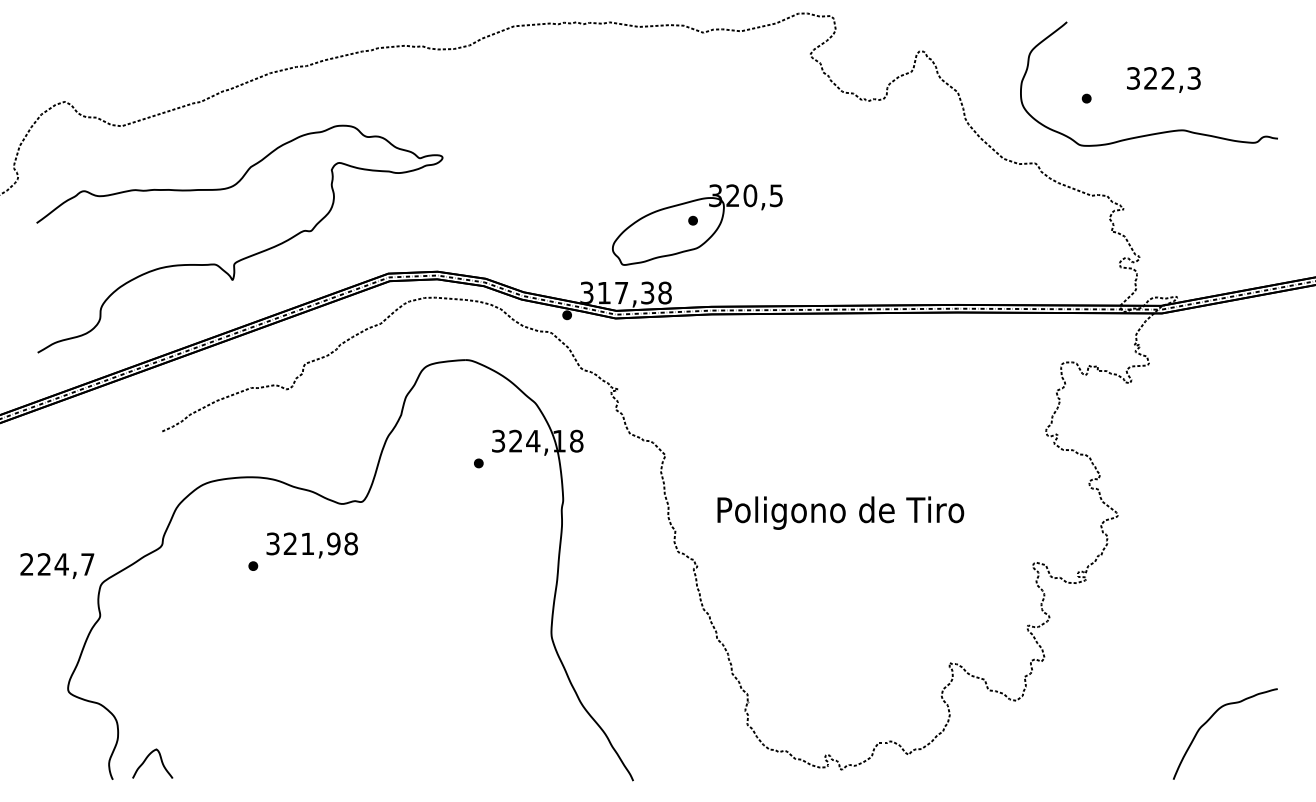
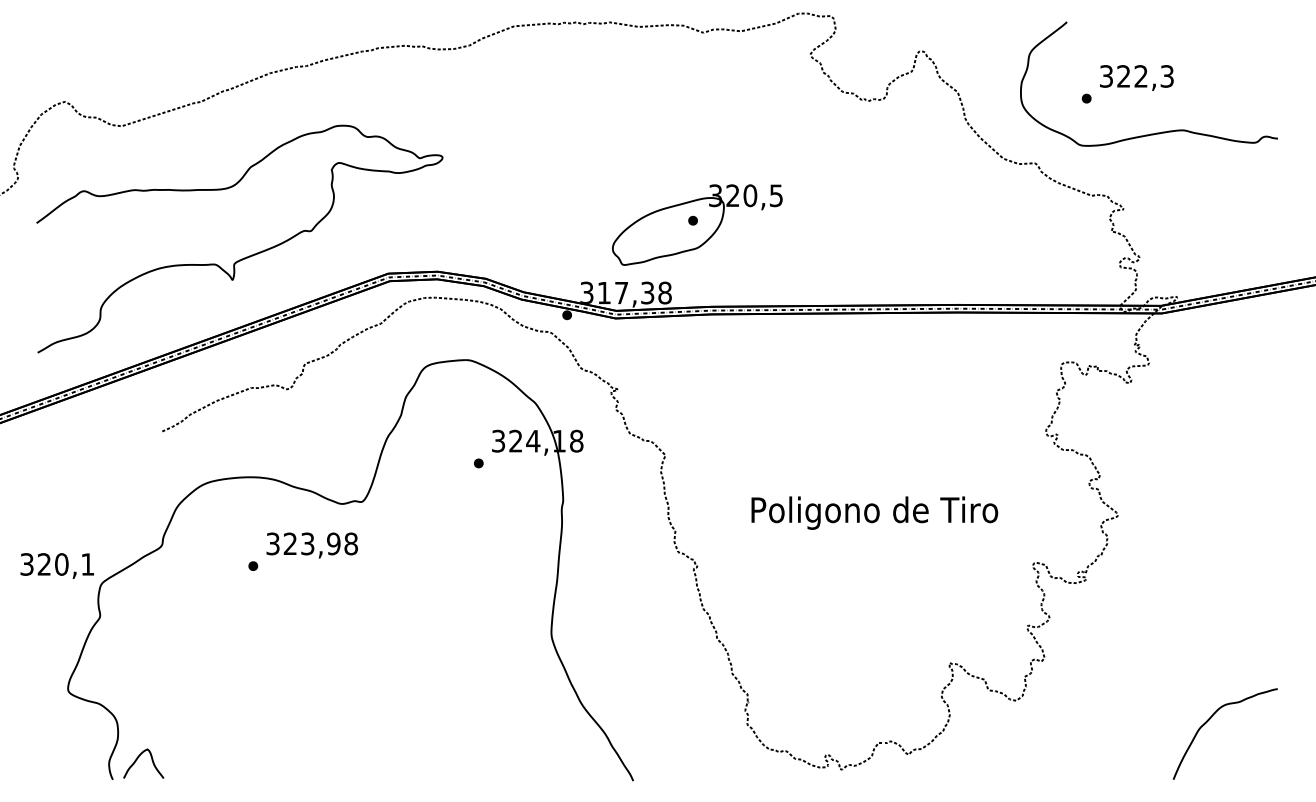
text at (1163, 79) position: (1163, 79) -> (1136, 77)
text at (840, 512) position: (840, 512) -> (874, 512)
text at (307, 543): 321,98 -> 323,98
text at (57, 564): 224,7 -> 320,1
curve at (147, 758) position: (147, 758) -> (138, 758)
